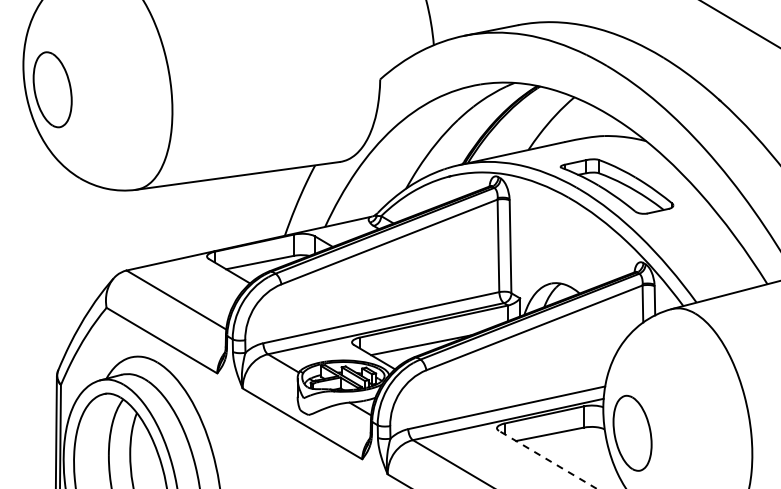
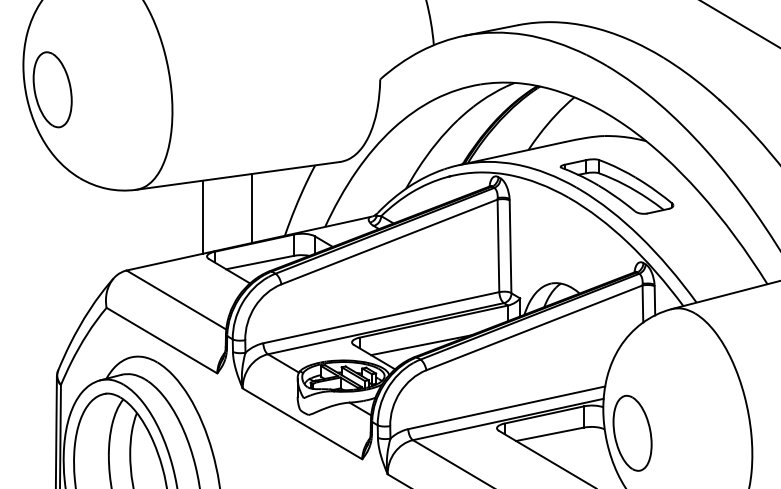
line at (251, 208): none -> present
line at (203, 216): none -> present
line at (547, 459): dashed -> solid
